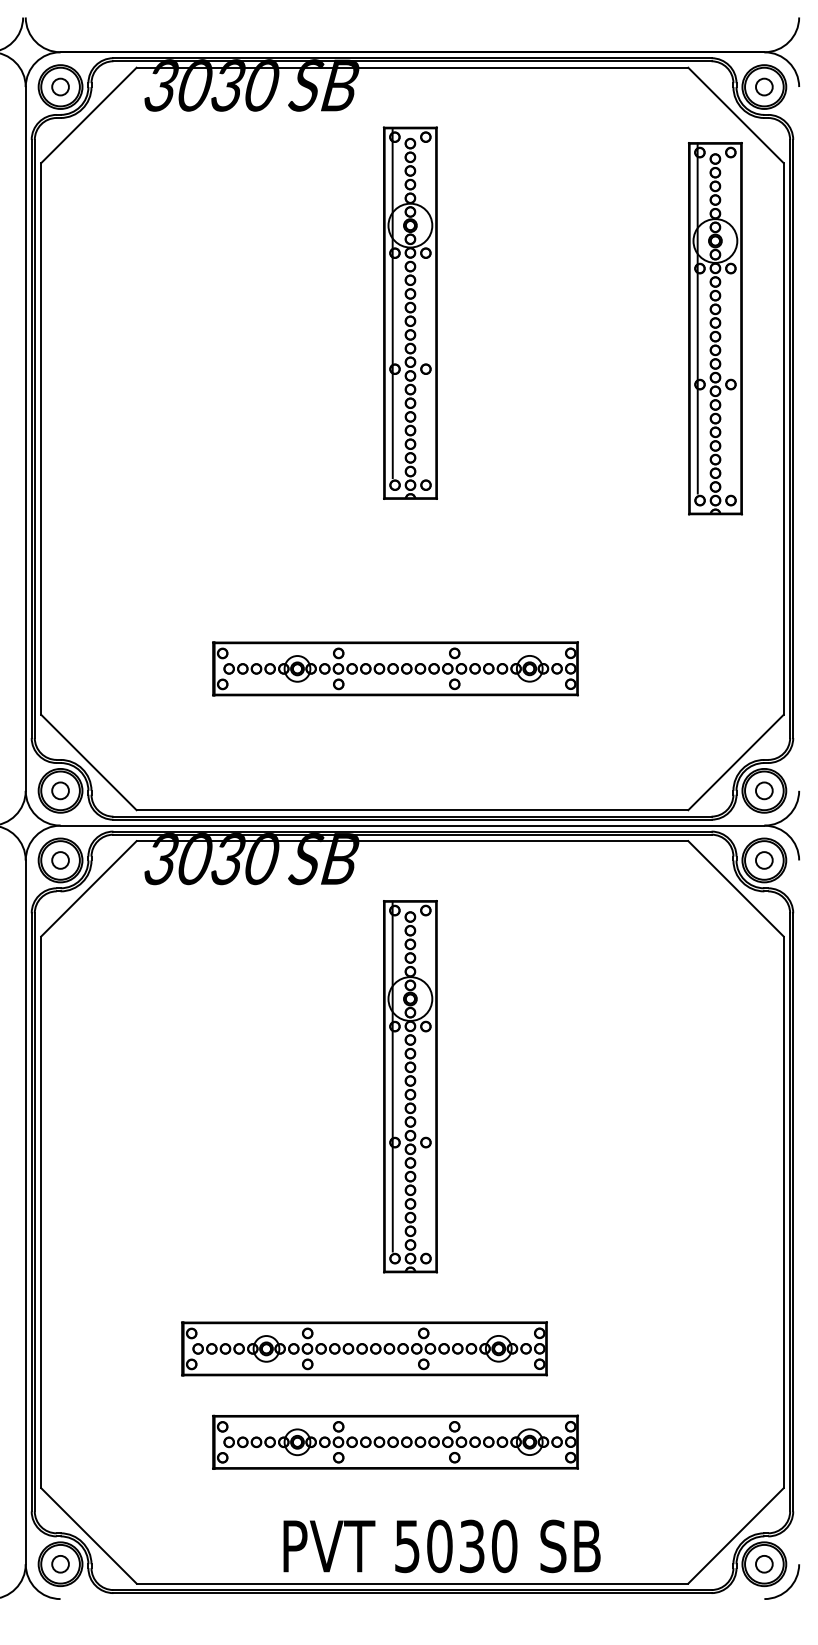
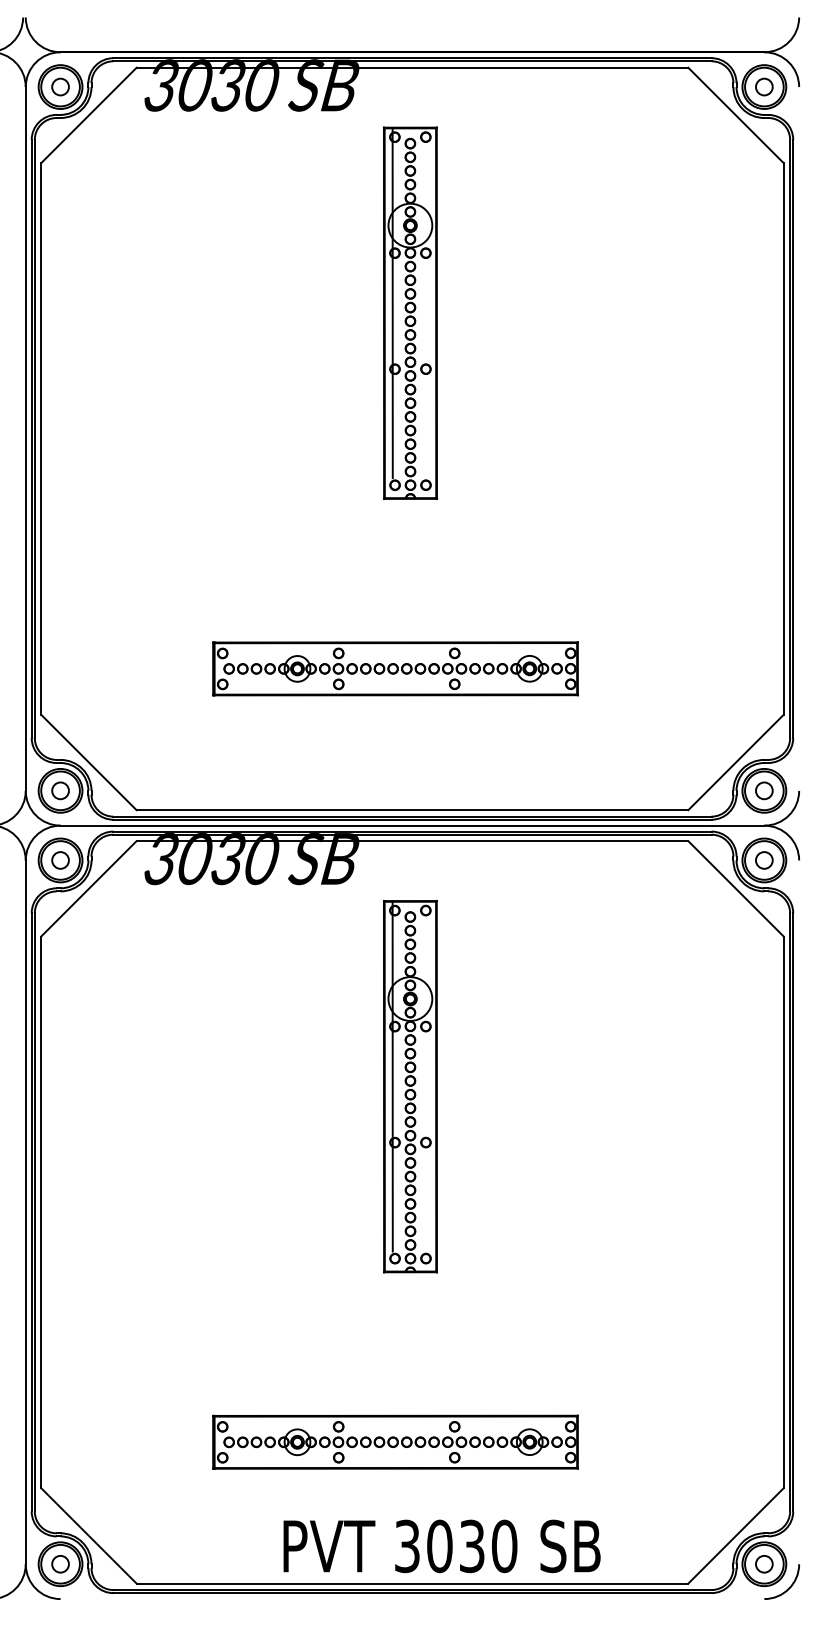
part at (715, 328): present -> none
part at (364, 1348): present -> none
text at (407, 1545): 5030 -> 3030
